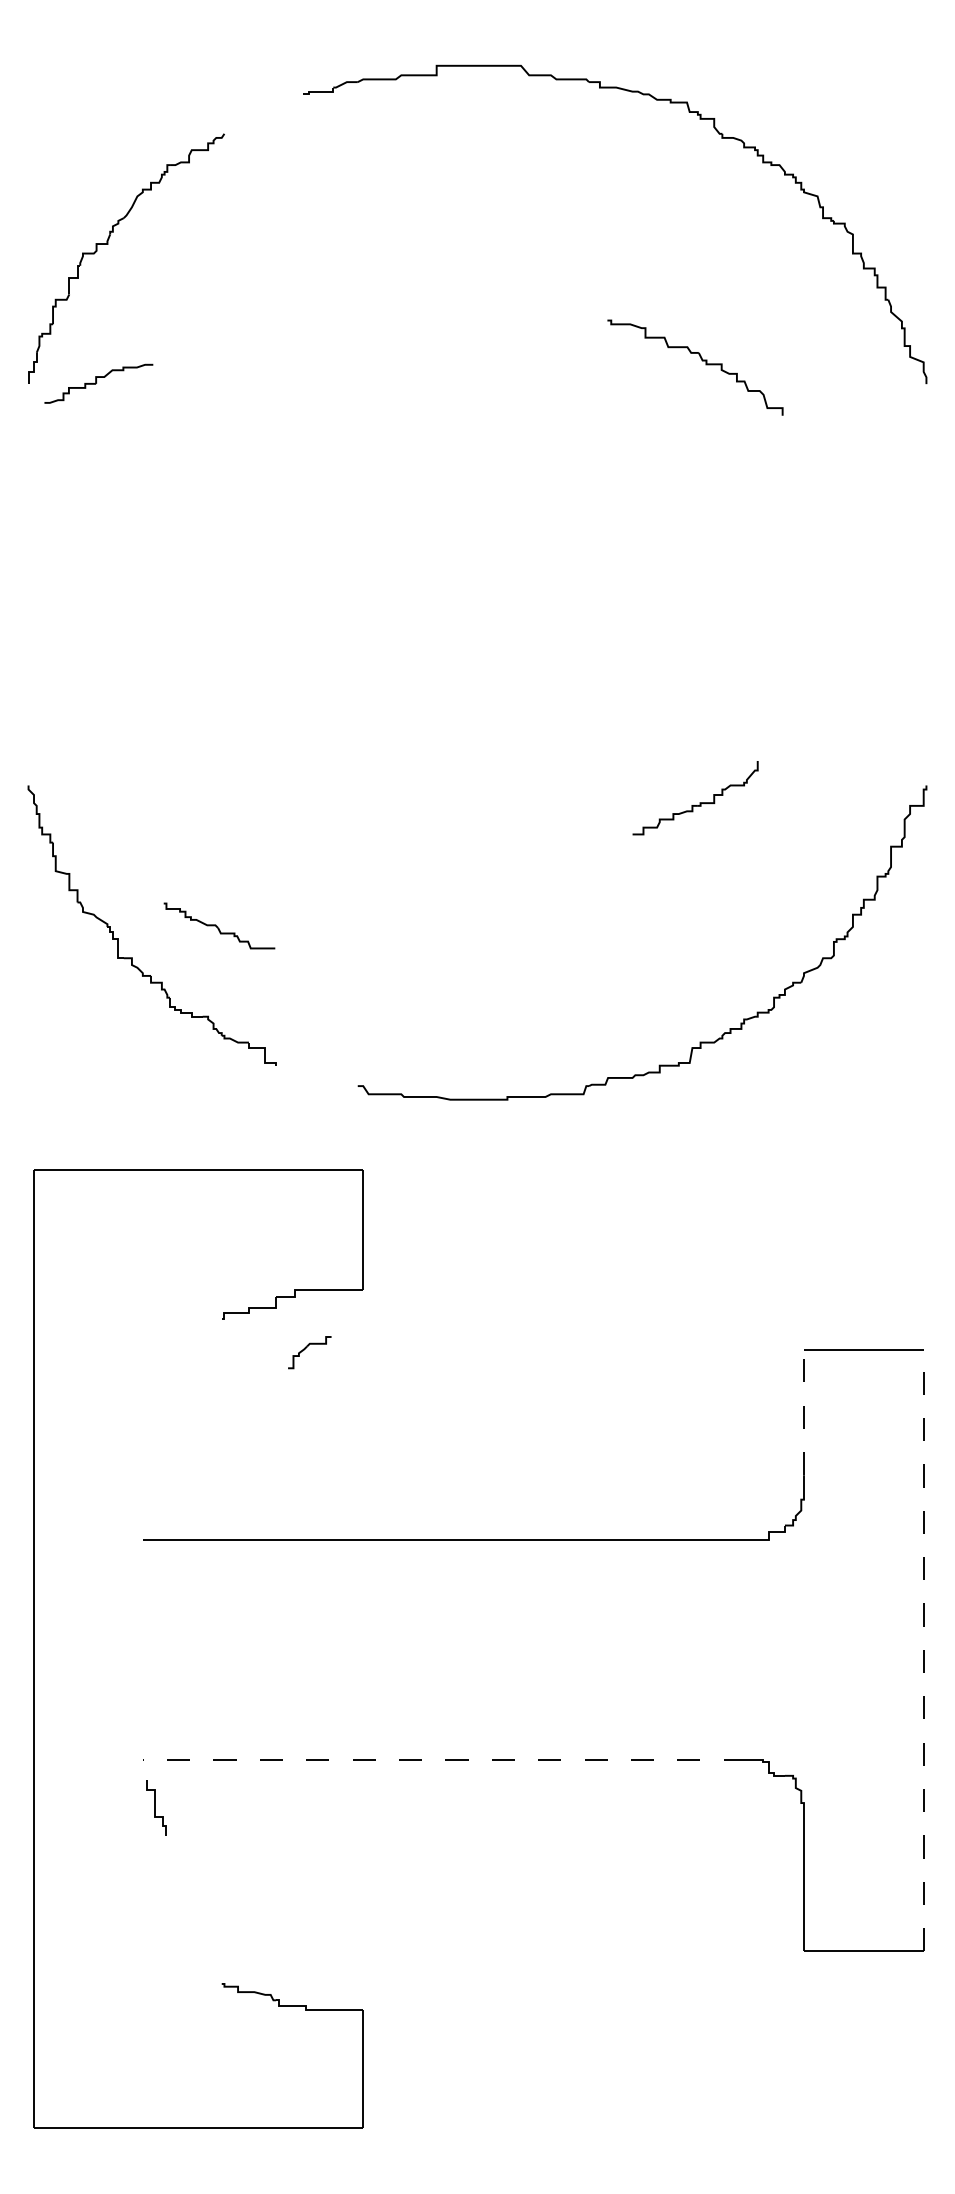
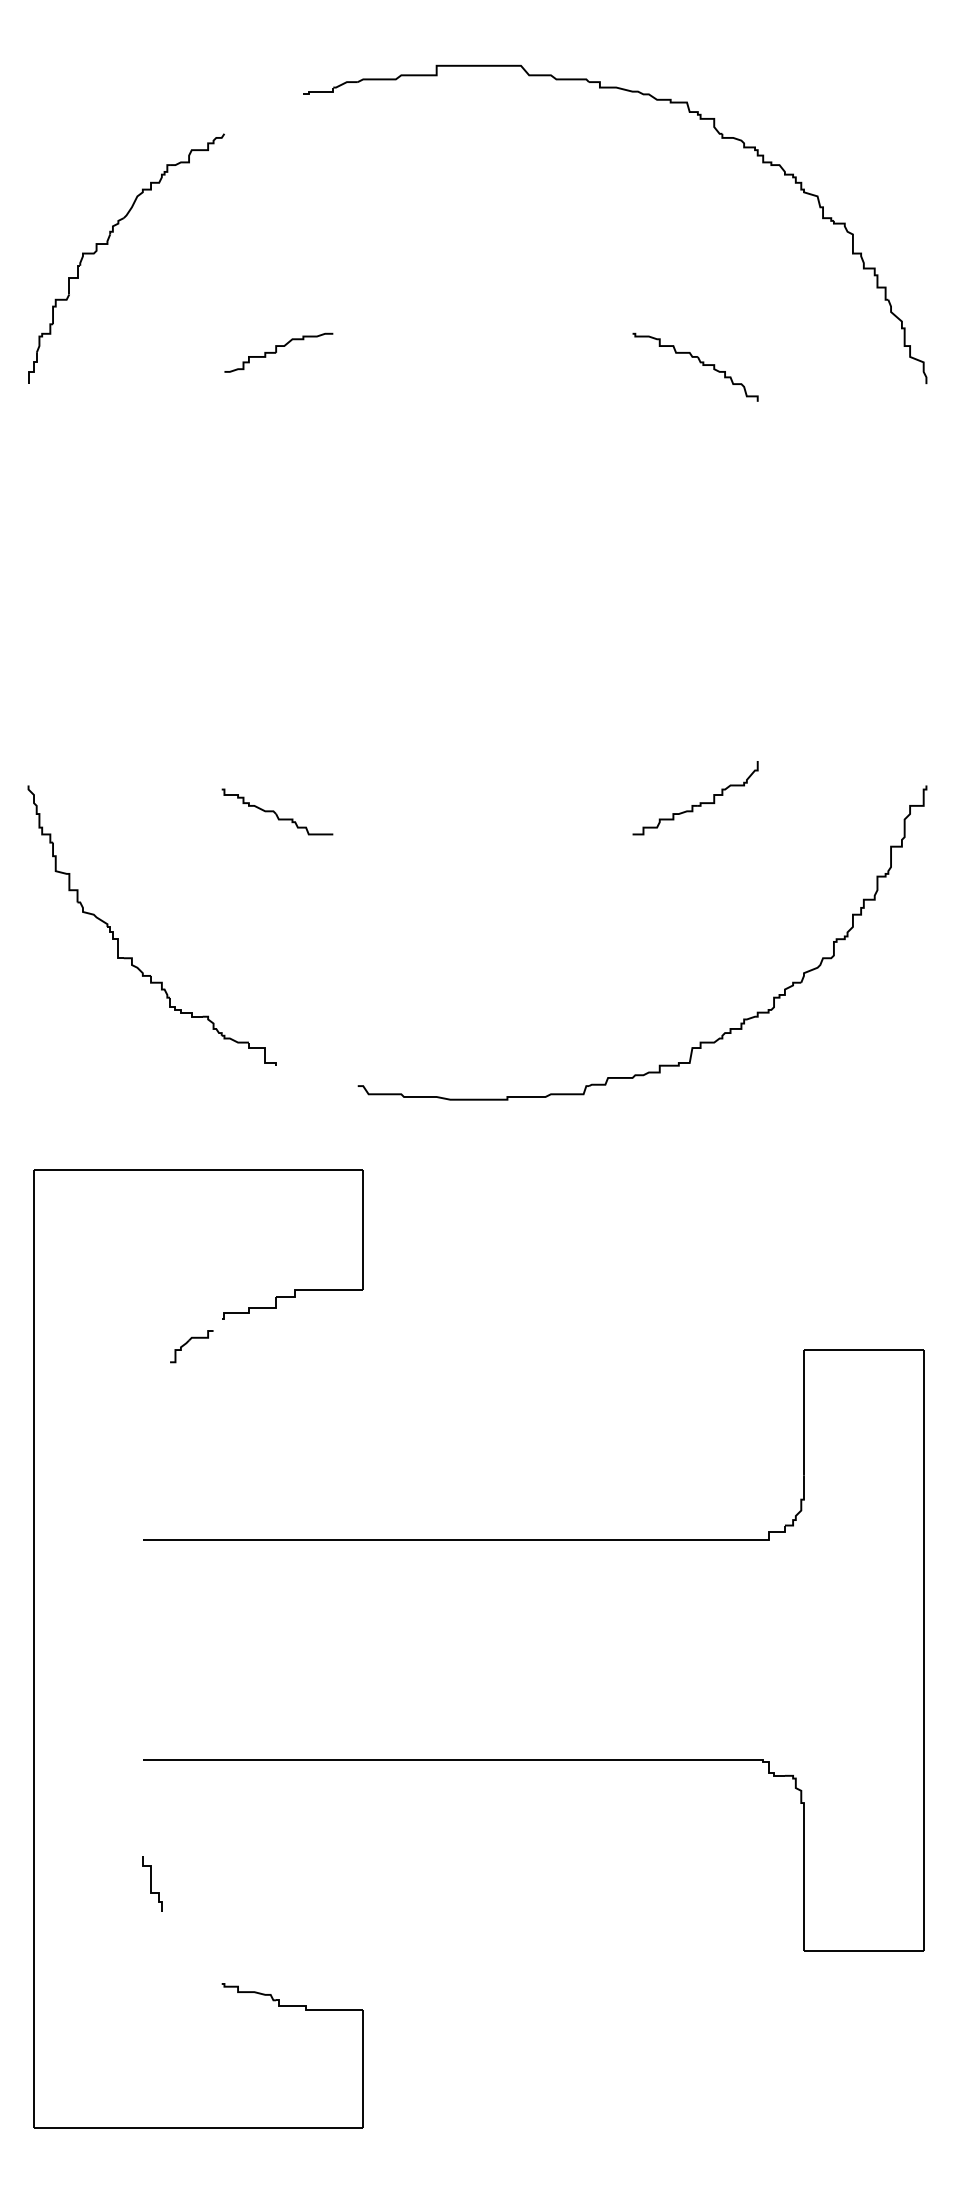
part at (695, 367) size: 177x97 px -> 127x70 px
part at (98, 383) position: (98, 383) -> (278, 352)
part at (219, 925) position: (219, 925) -> (277, 811)
part at (309, 1352) position: (309, 1352) -> (191, 1346)
line at (803, 1412): dashed -> solid
line at (923, 1650): dashed -> solid
line at (444, 1759): dashed -> solid
part at (156, 1807) position: (156, 1807) -> (152, 1883)
